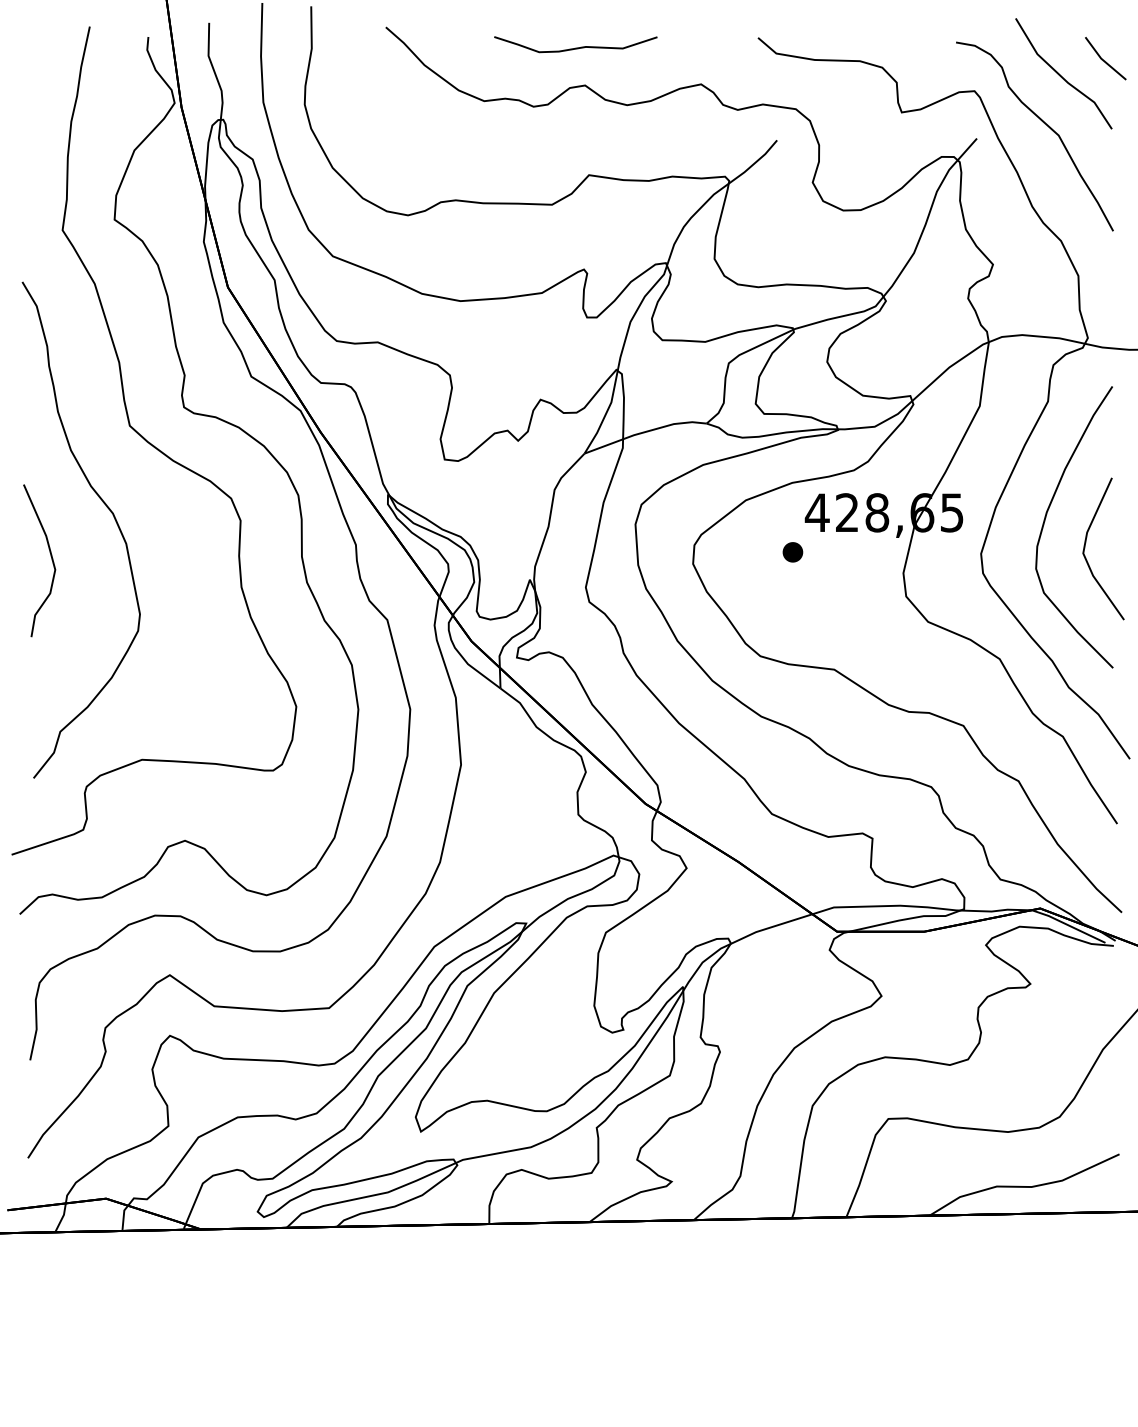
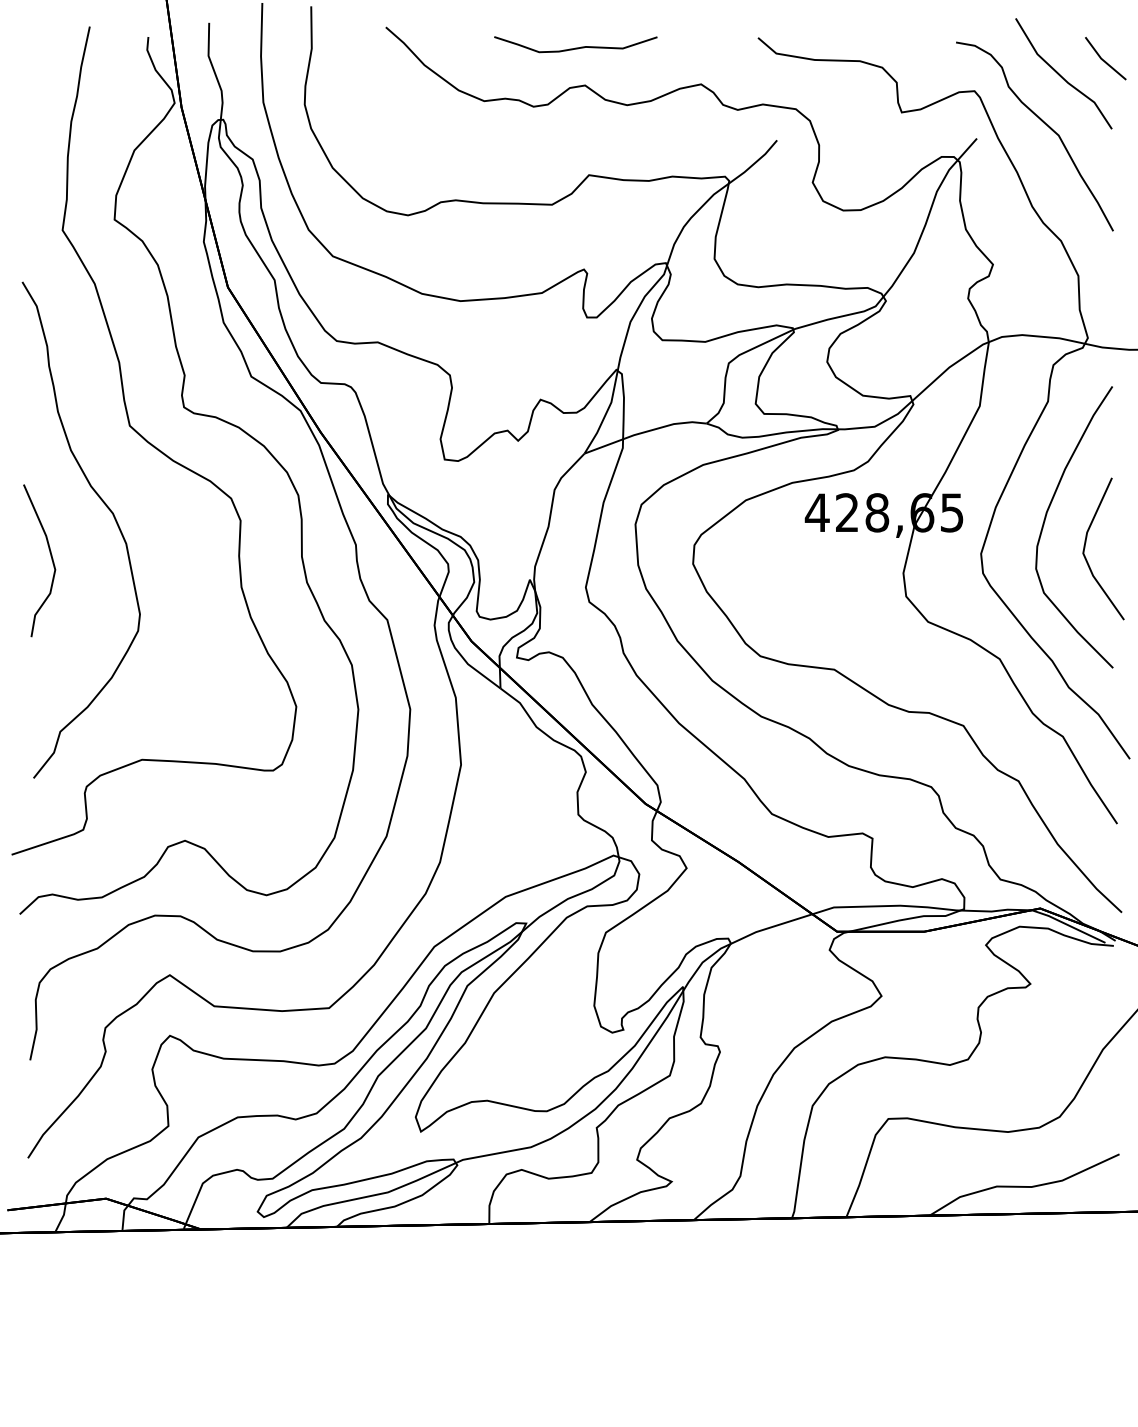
part at (792, 552): present -> none
